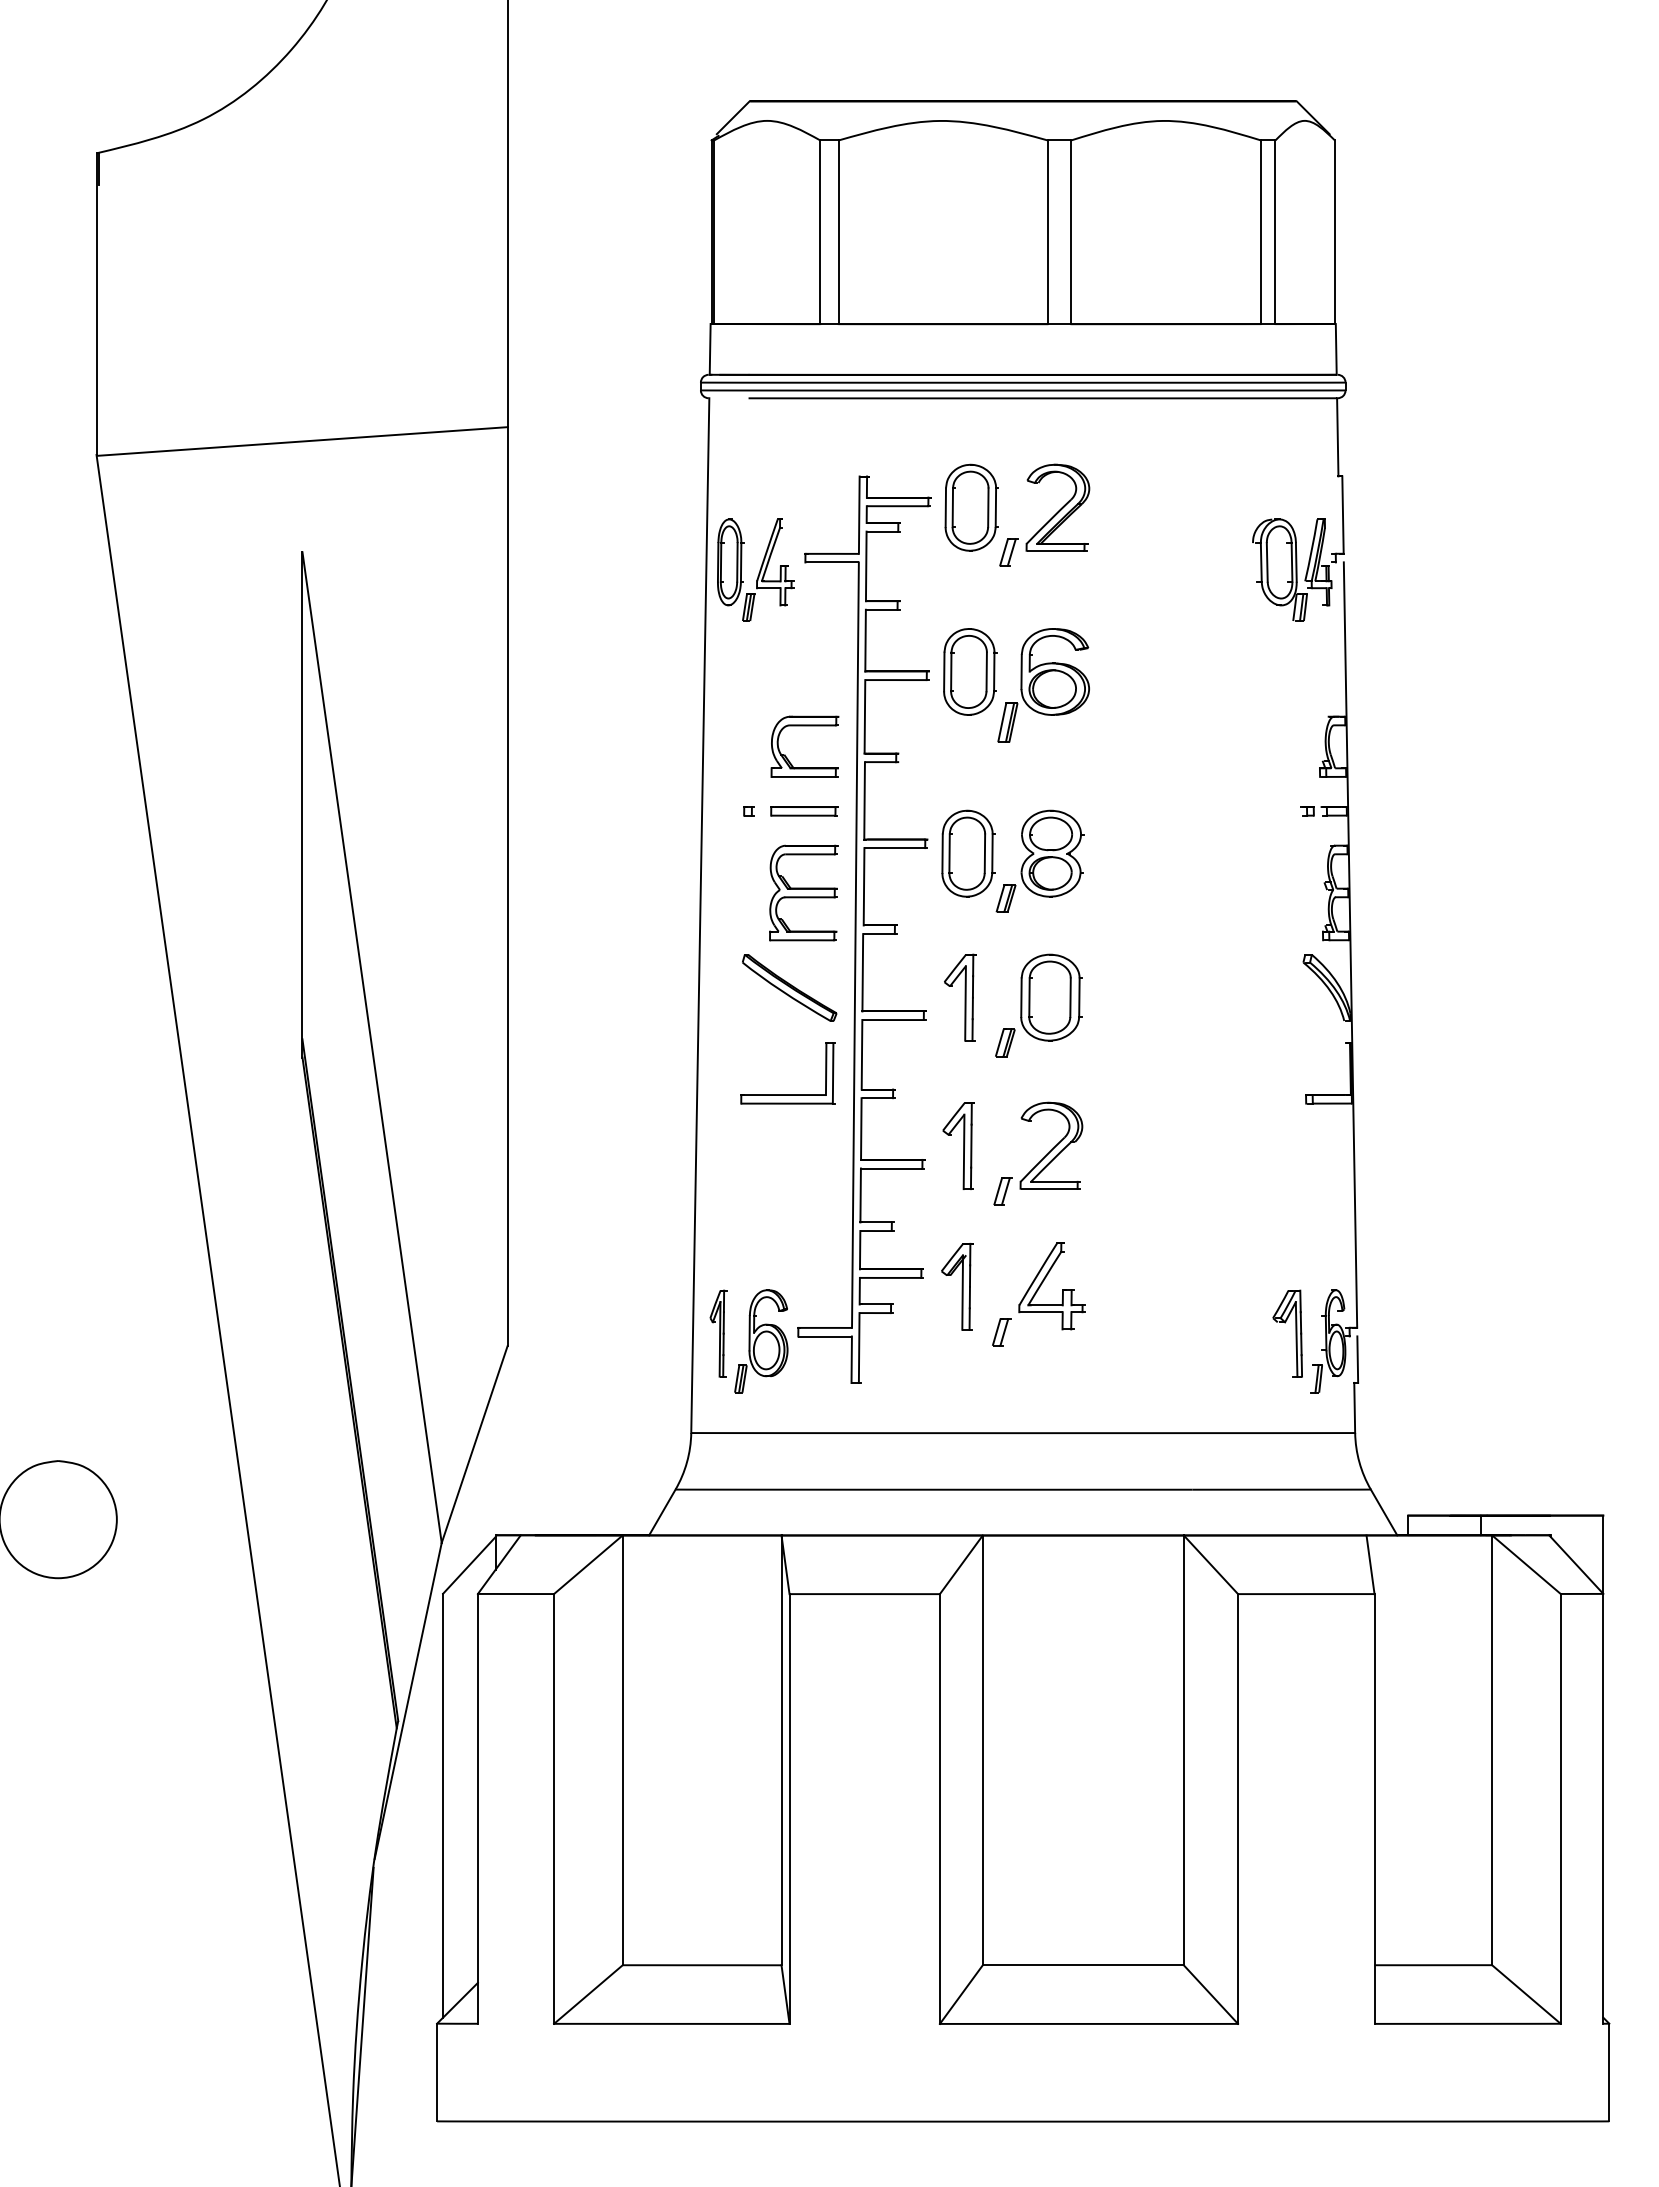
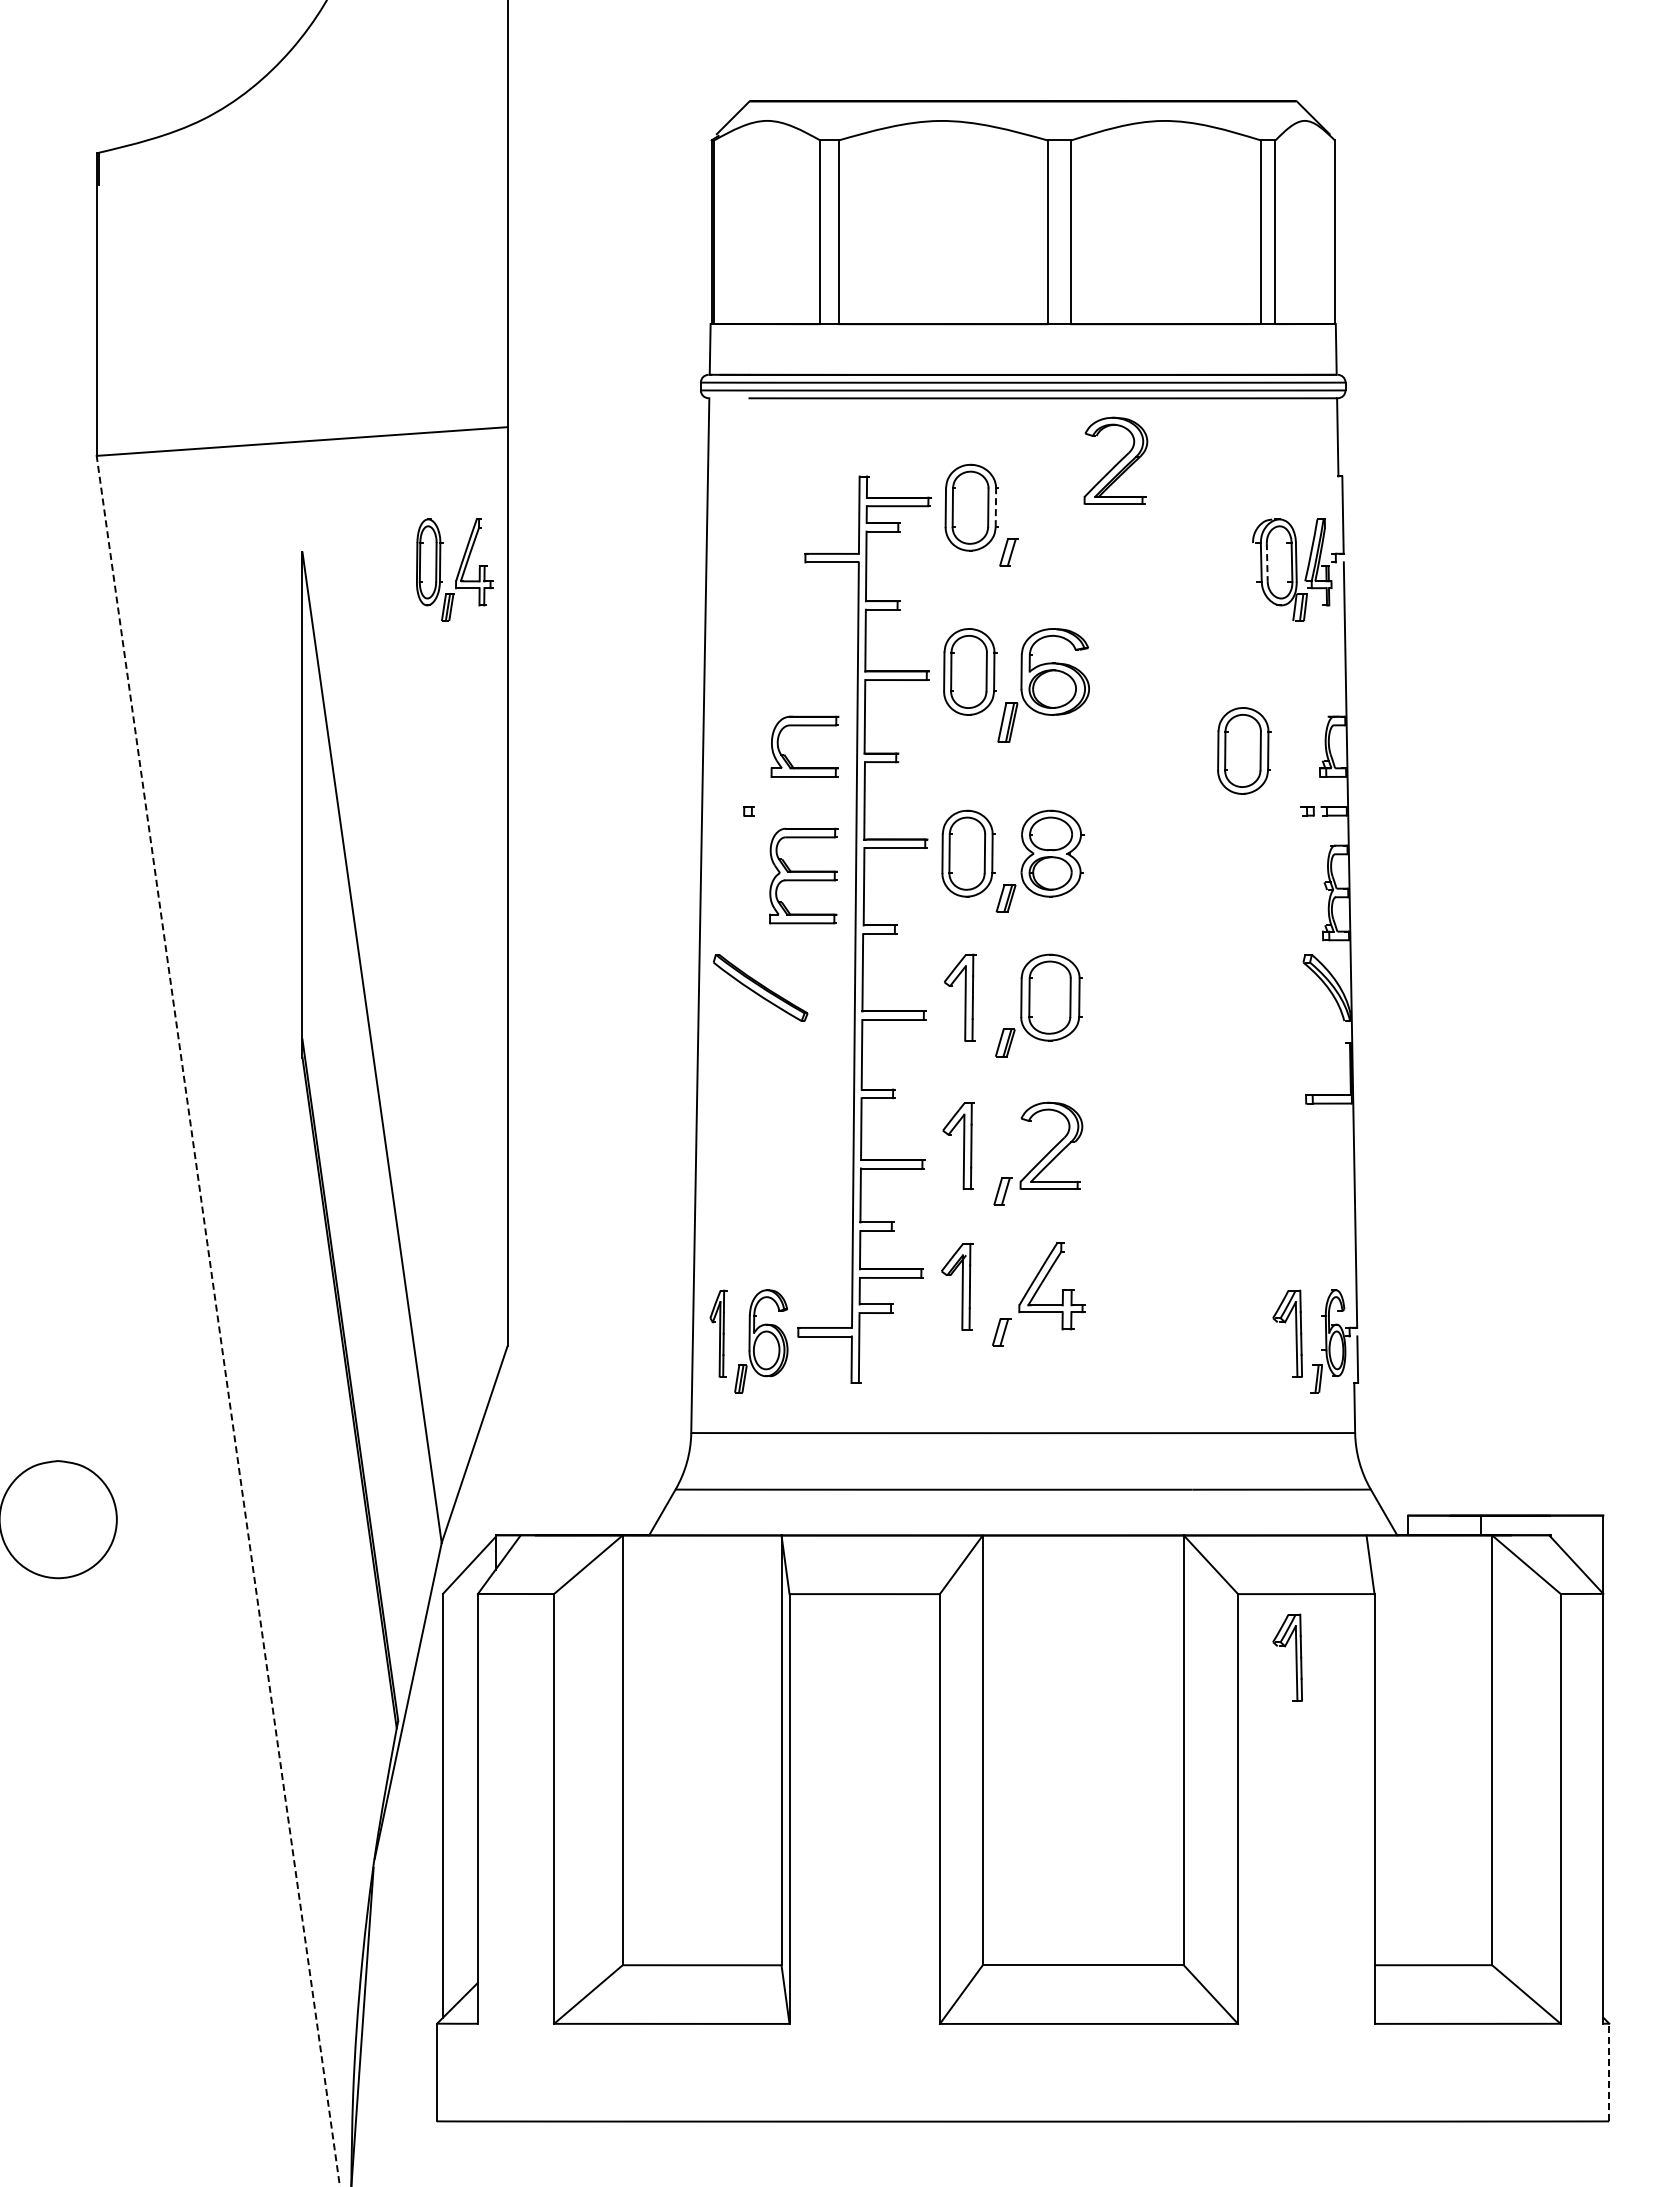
line at (995, 507): solid -> dashed
part at (1057, 507) position: (1057, 507) -> (1115, 460)
line at (1267, 562): solid -> dashed
part at (755, 569) position: (755, 569) -> (454, 569)
part at (1244, 750): none -> present
part at (804, 811): present -> none
part at (803, 892) position: (803, 892) -> (803, 875)
part at (789, 987) position: (789, 987) -> (760, 987)
part at (787, 1094): present -> none
line at (218, 1321): solid -> dashed
part at (1295, 1657): none -> present
line at (1609, 2072): solid -> dashed
